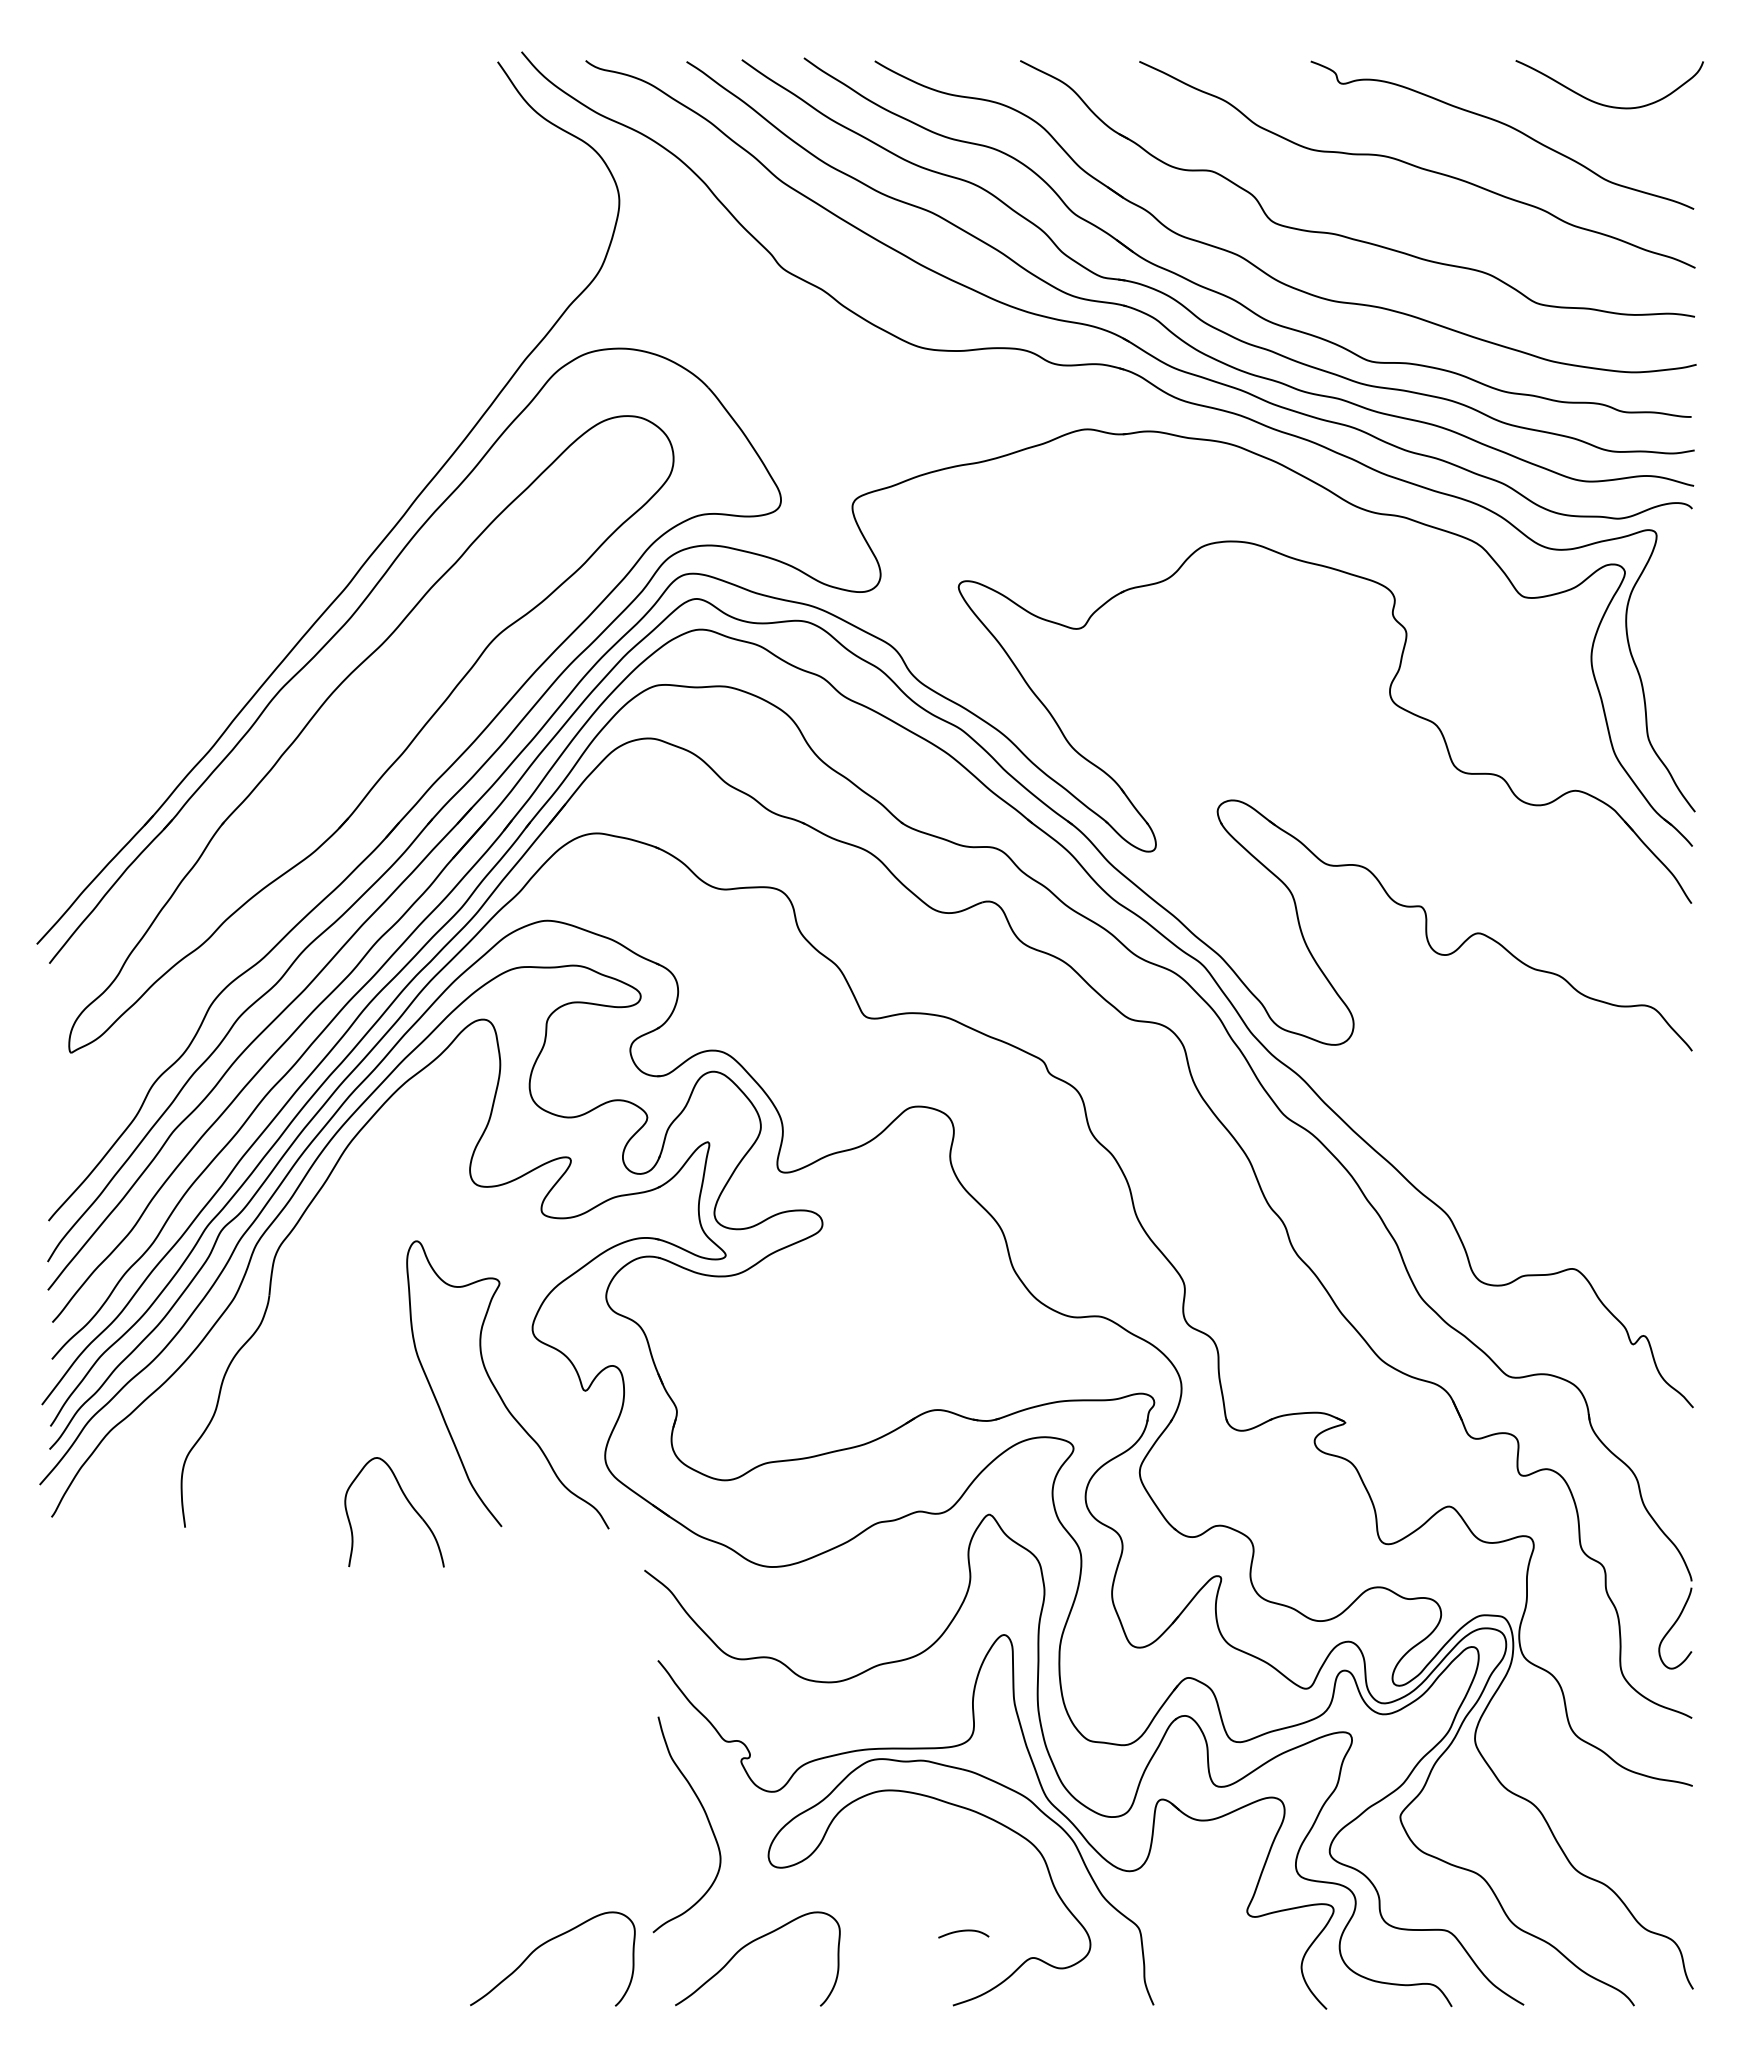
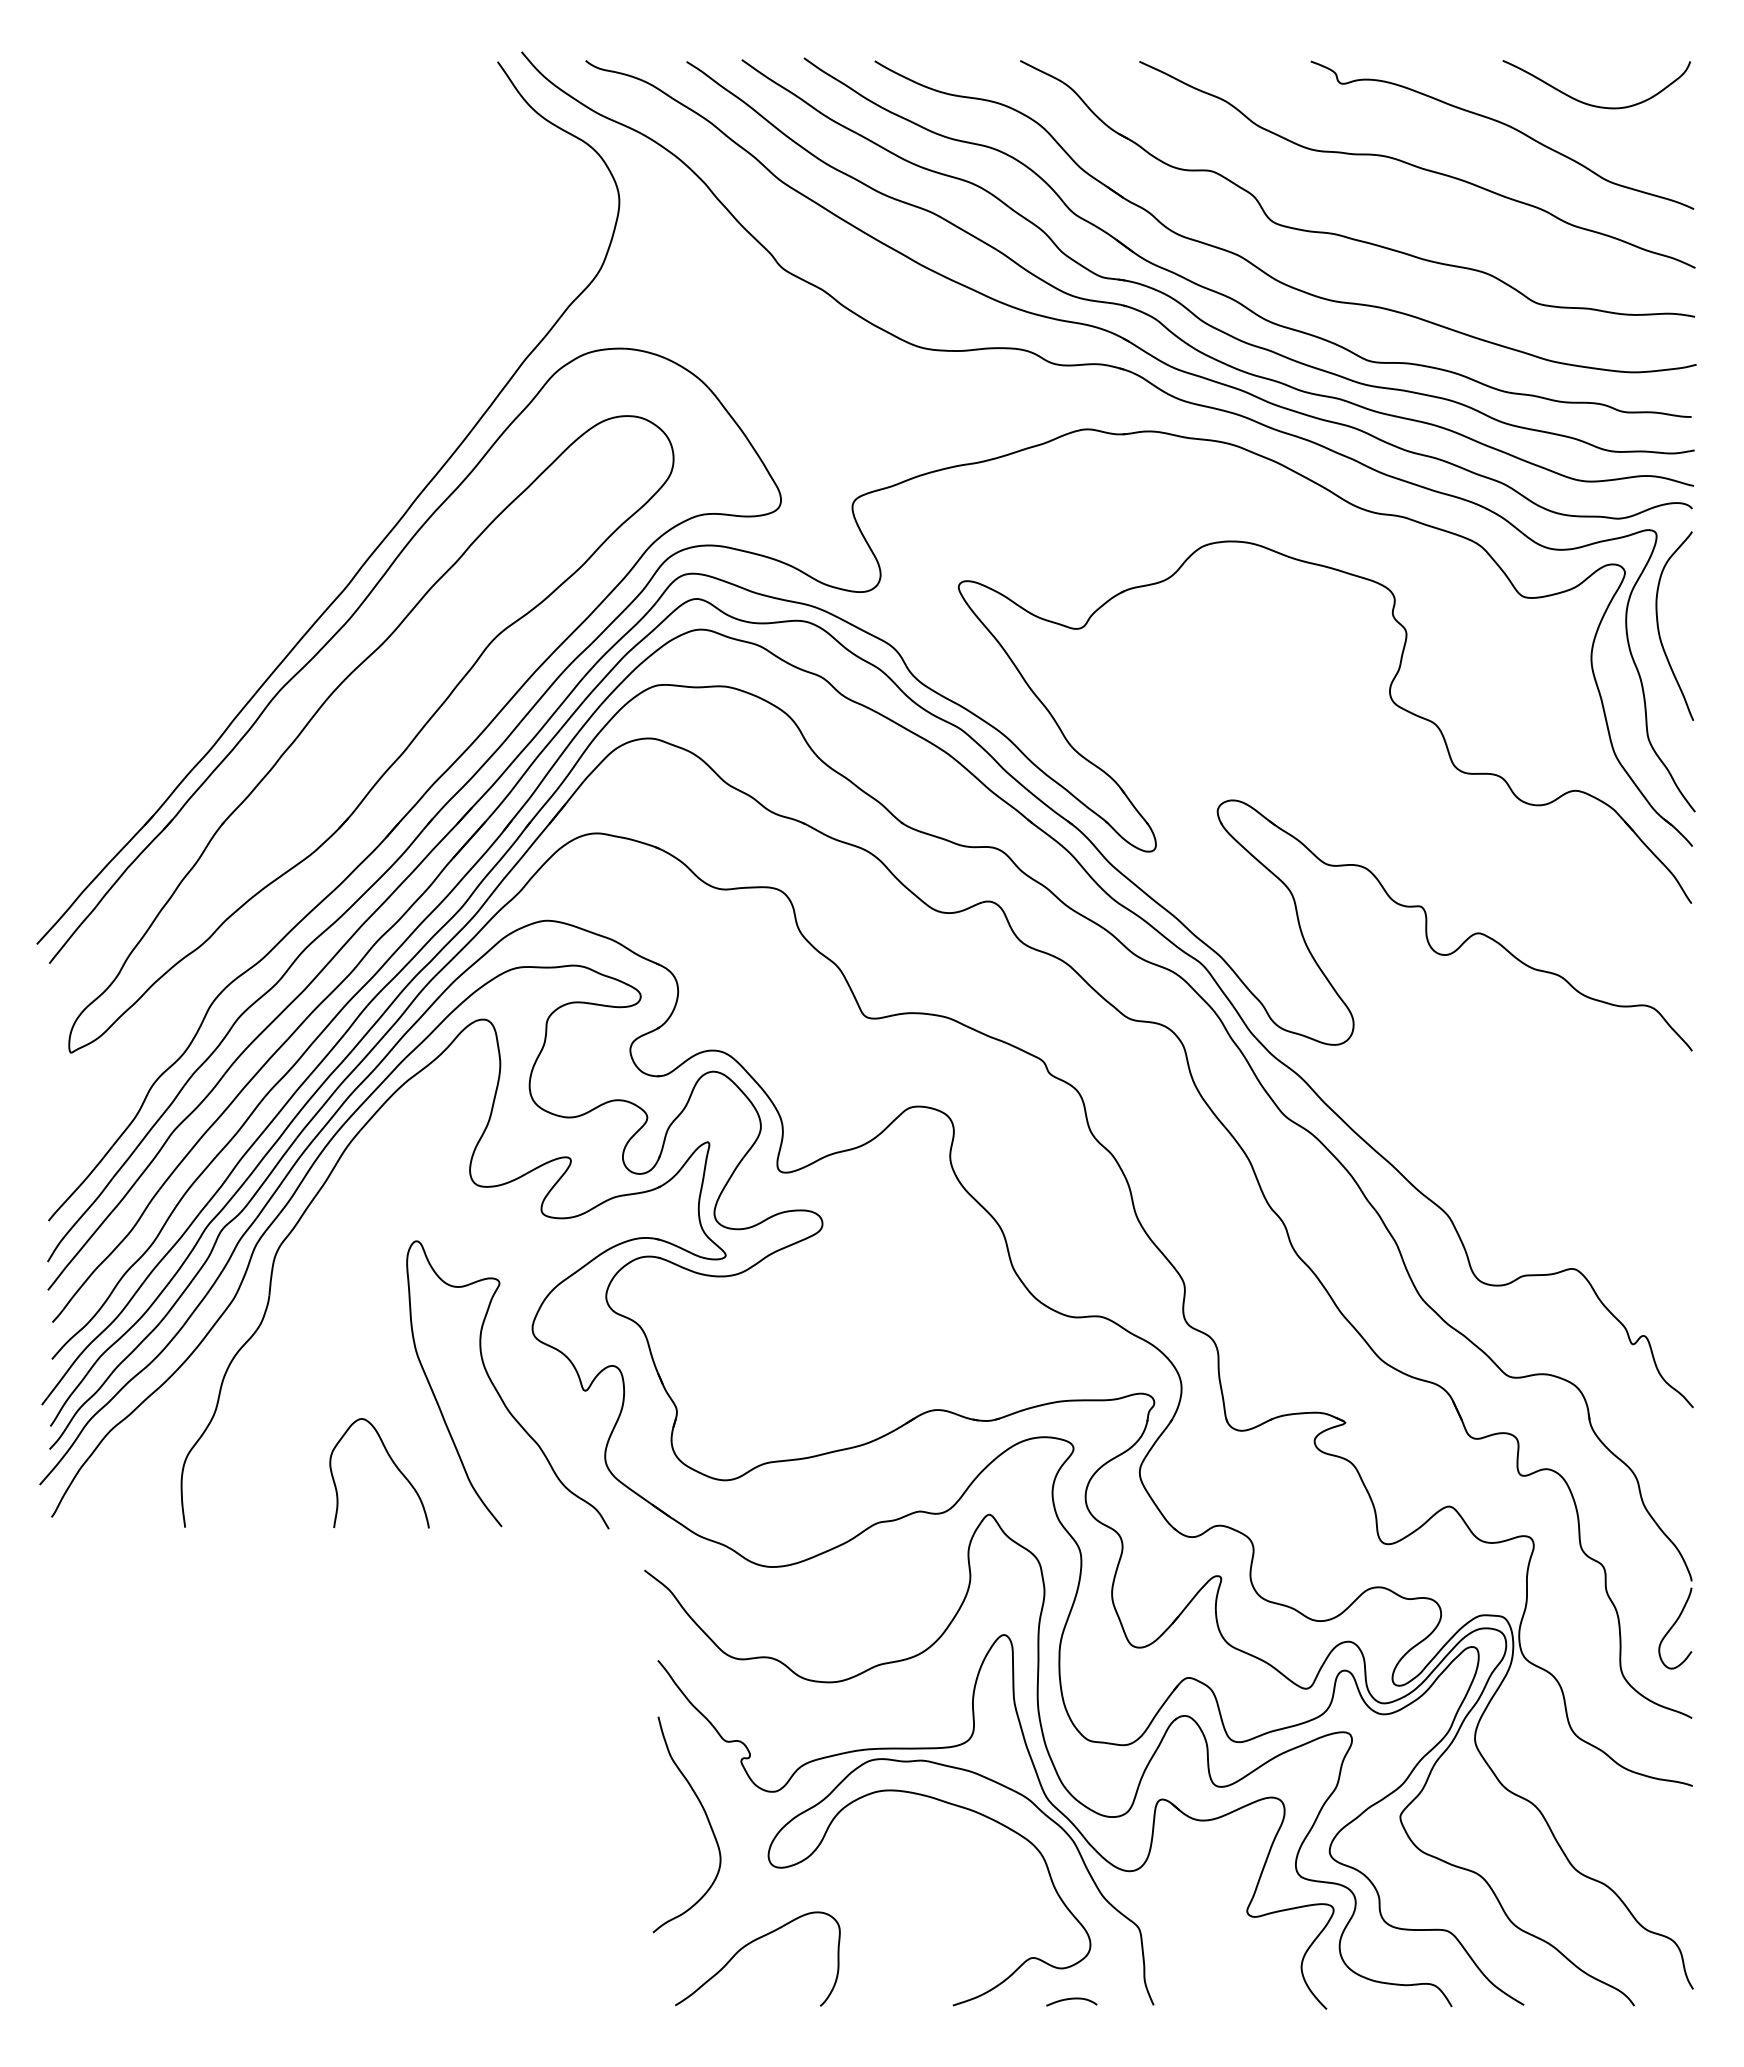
curve at (1605, 104) position: (1605, 104) -> (1592, 104)
curve at (1659, 628): none -> present
part at (406, 1500) position: (406, 1500) -> (391, 1461)
curve at (963, 1931) position: (963, 1931) -> (1071, 1999)
curve at (543, 1945): present -> none
